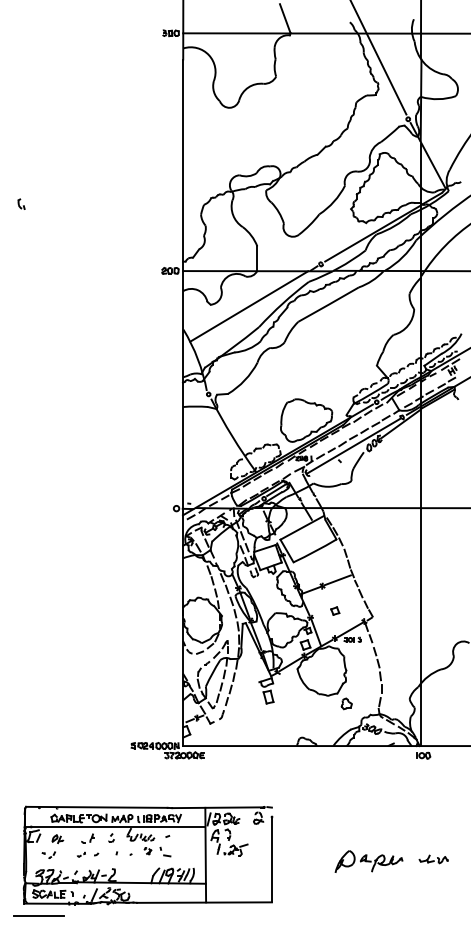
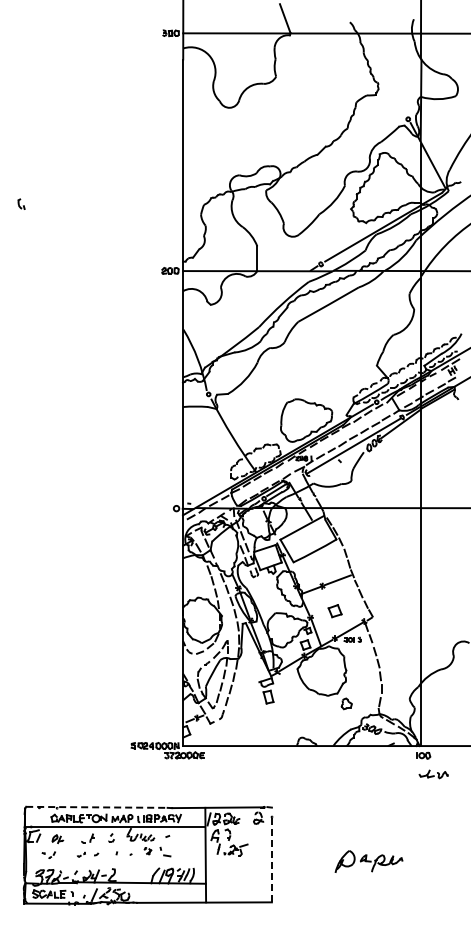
line at (378, 58): present -> none
line at (249, 306): present -> none
part at (335, 610) size: 11x10 px -> 16x15 px
line at (96, 807): solid -> dashed
line at (271, 859): solid -> dashed
part at (433, 859) position: (433, 859) -> (433, 774)
line at (38, 915): present -> none
